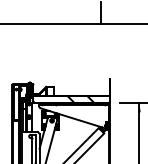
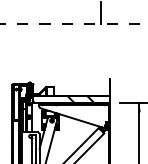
line at (73, 23): solid -> dashed
